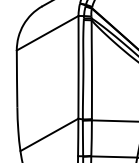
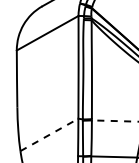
line at (114, 121): solid -> dashed
line at (49, 134): solid -> dashed
